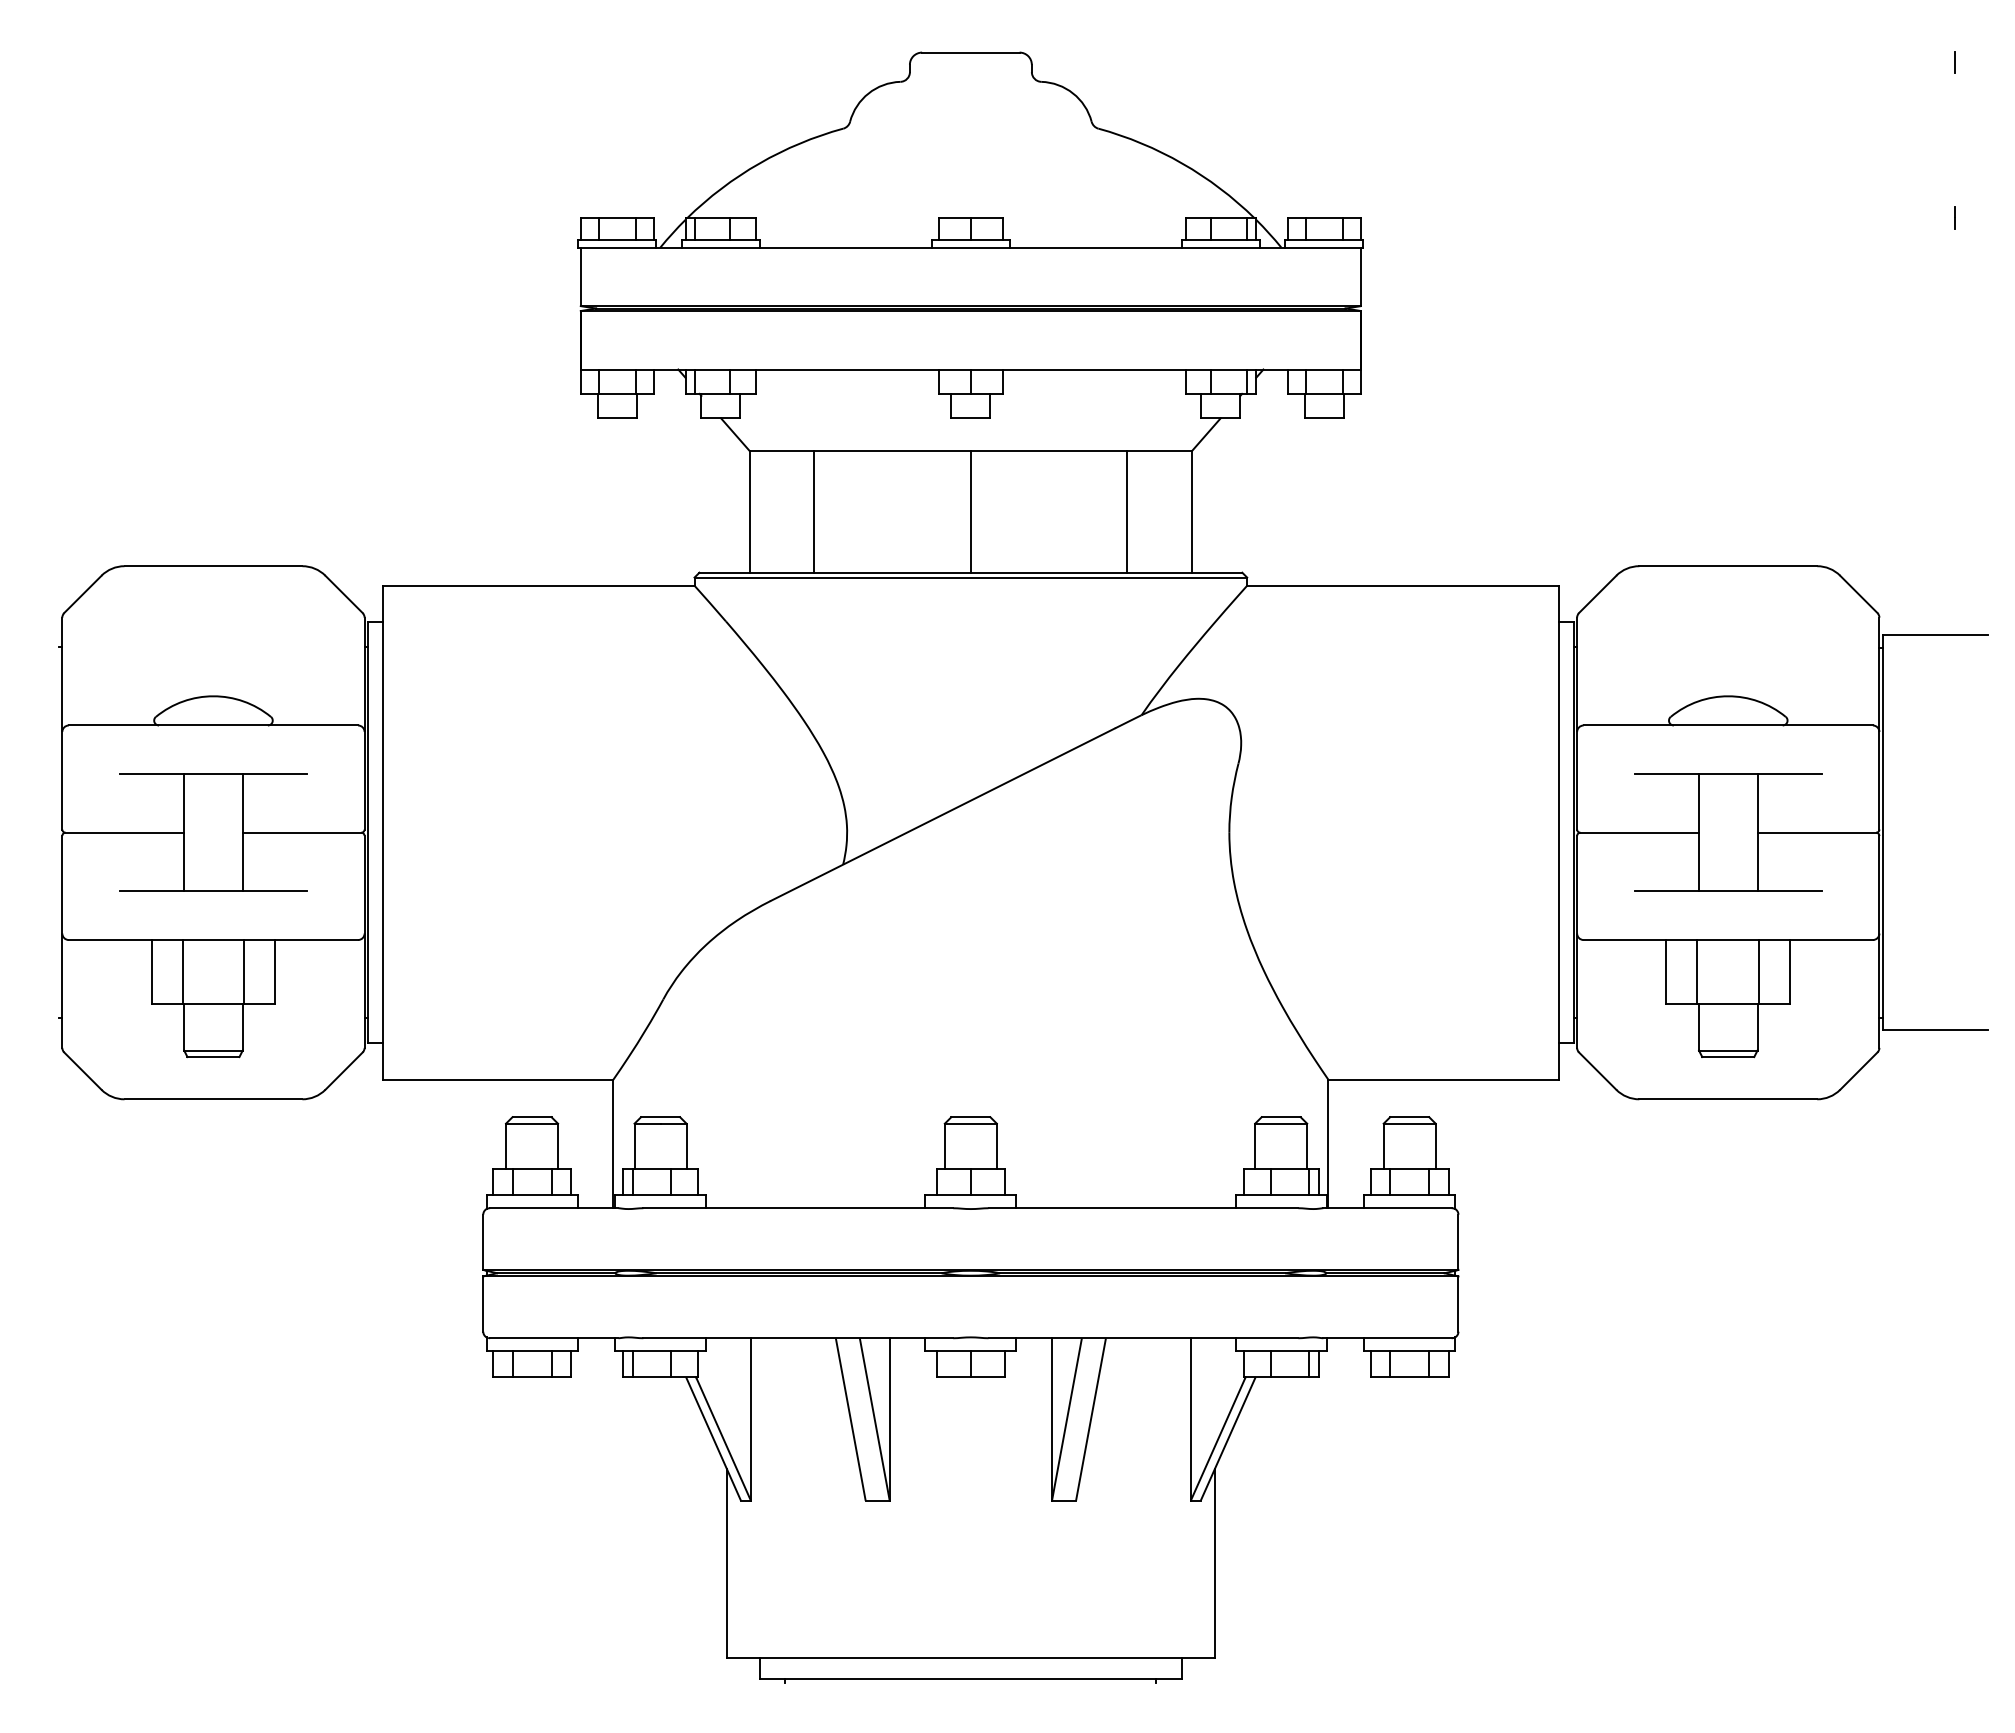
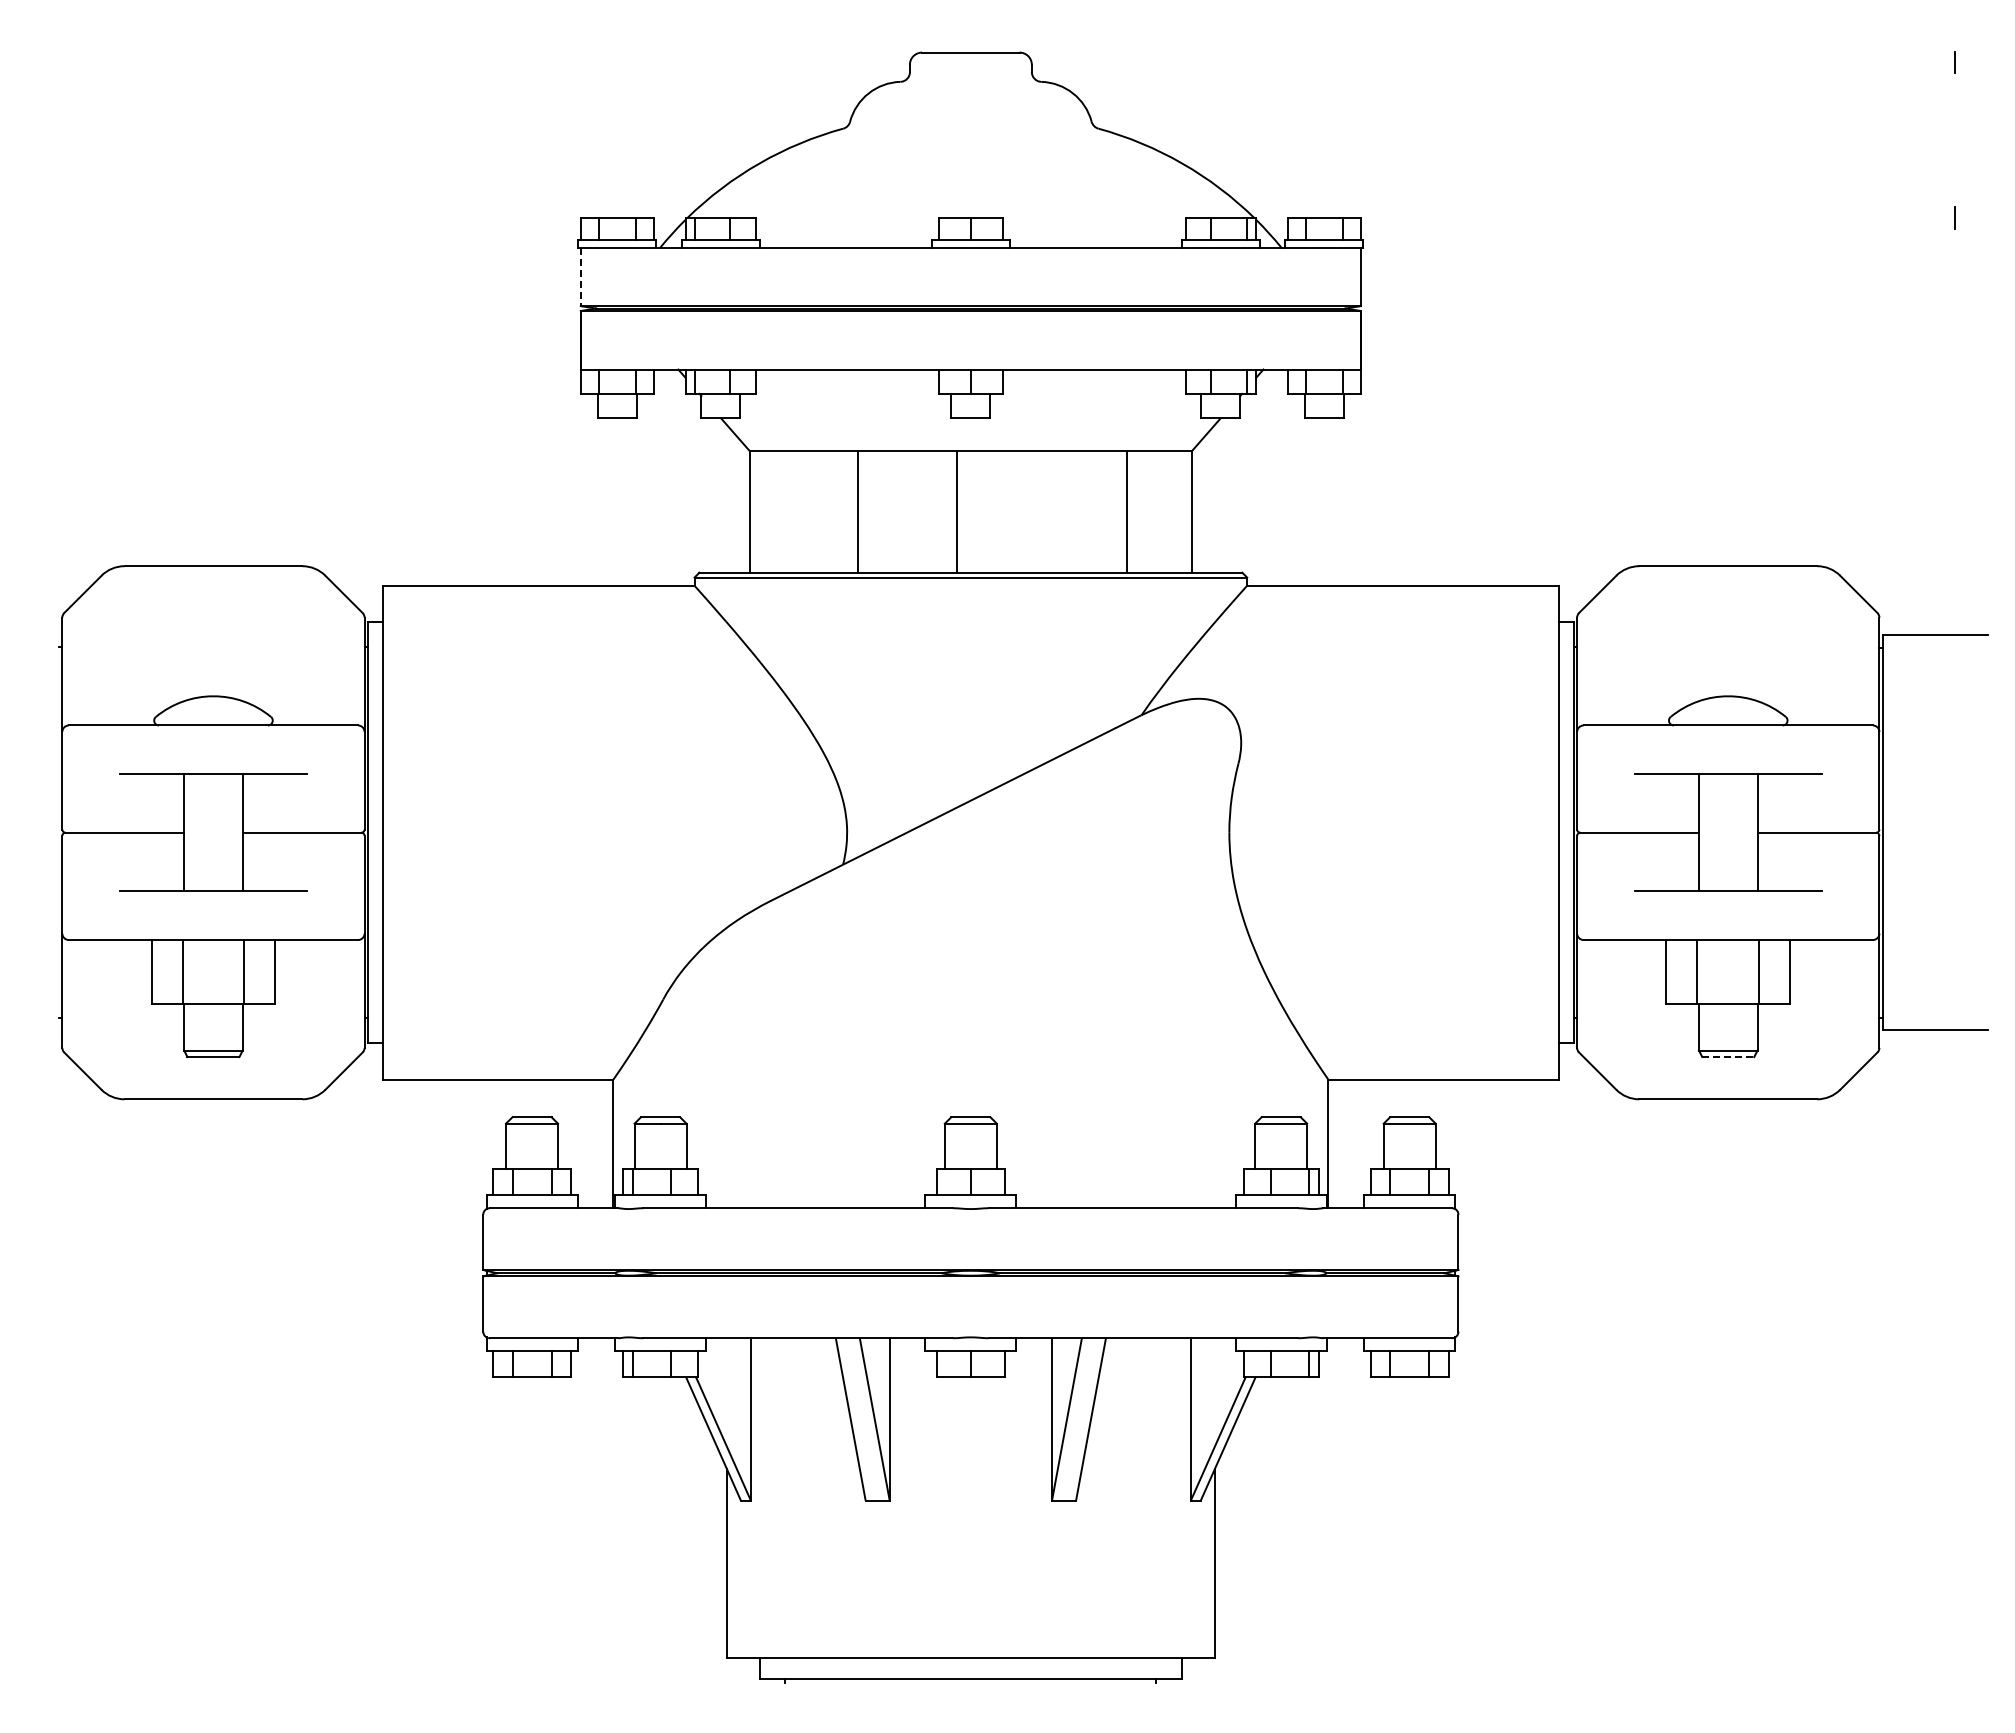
line at (580, 277): solid -> dashed
line at (814, 511) position: (814, 511) -> (858, 511)
line at (970, 511) position: (970, 511) -> (956, 511)
line at (1728, 1057): solid -> dashed
